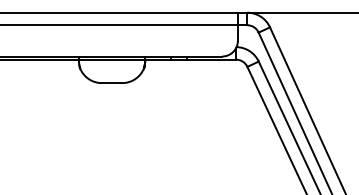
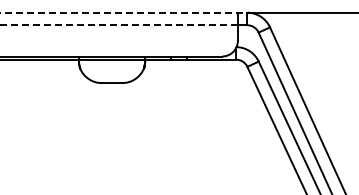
line at (124, 12): solid -> dashed
line at (119, 25): solid -> dashed
